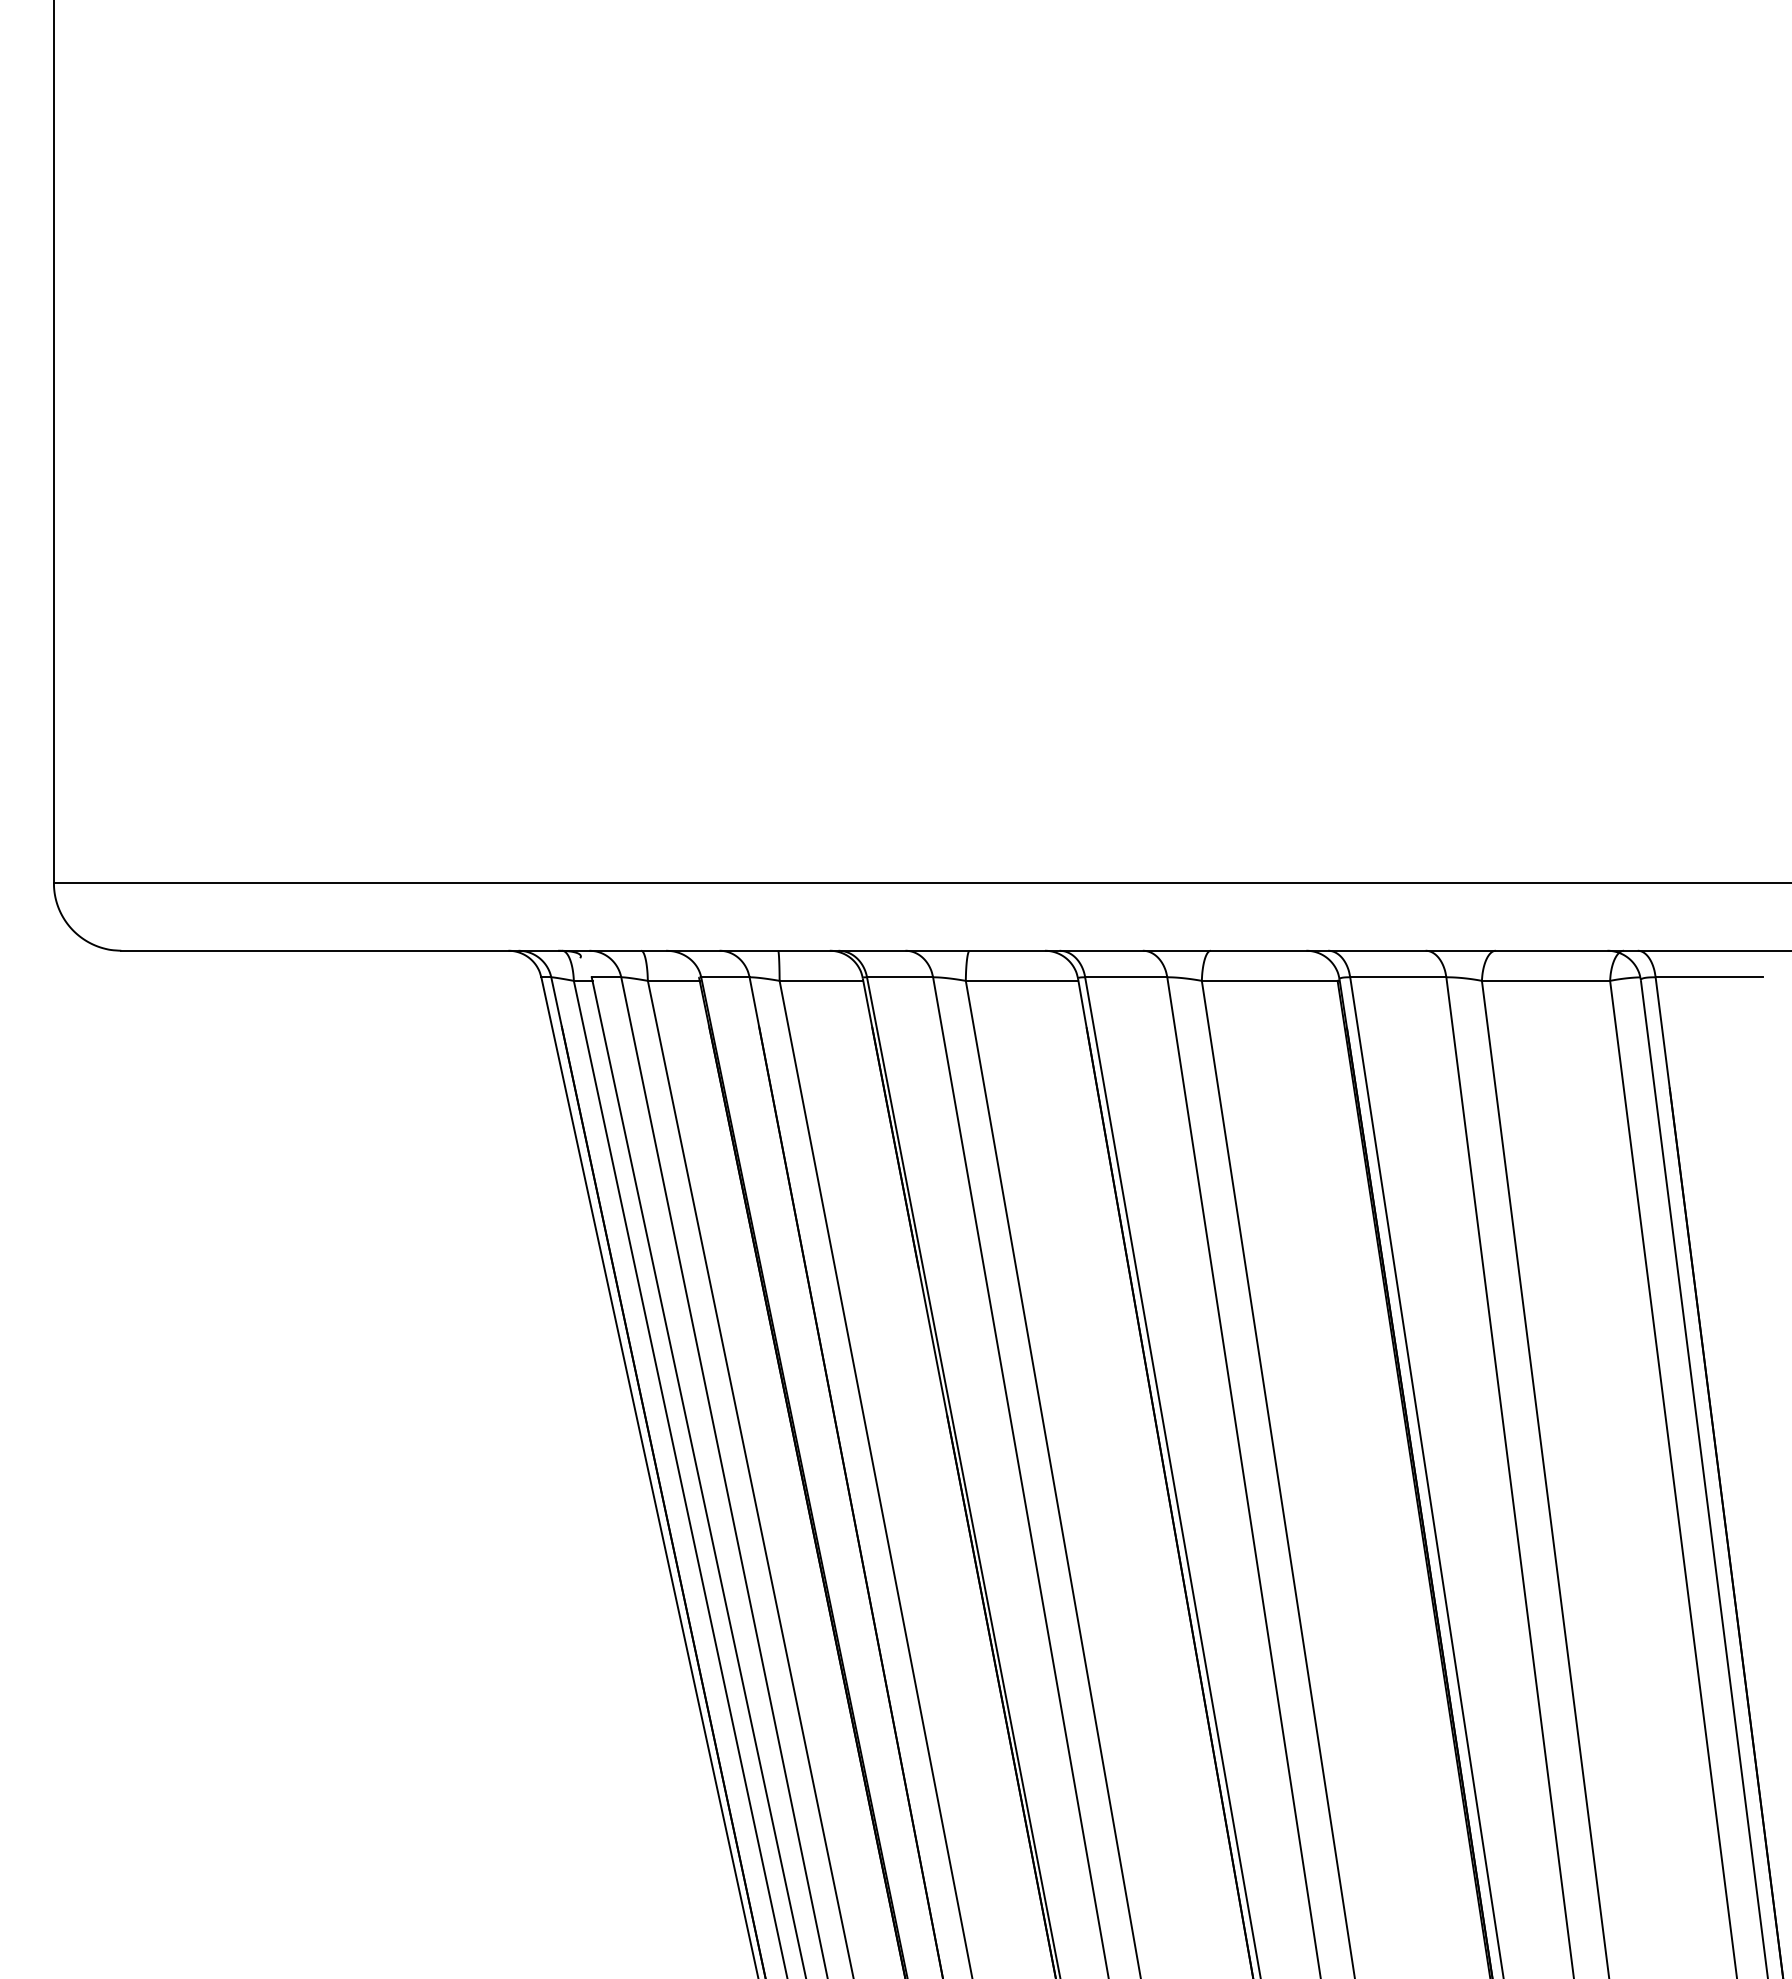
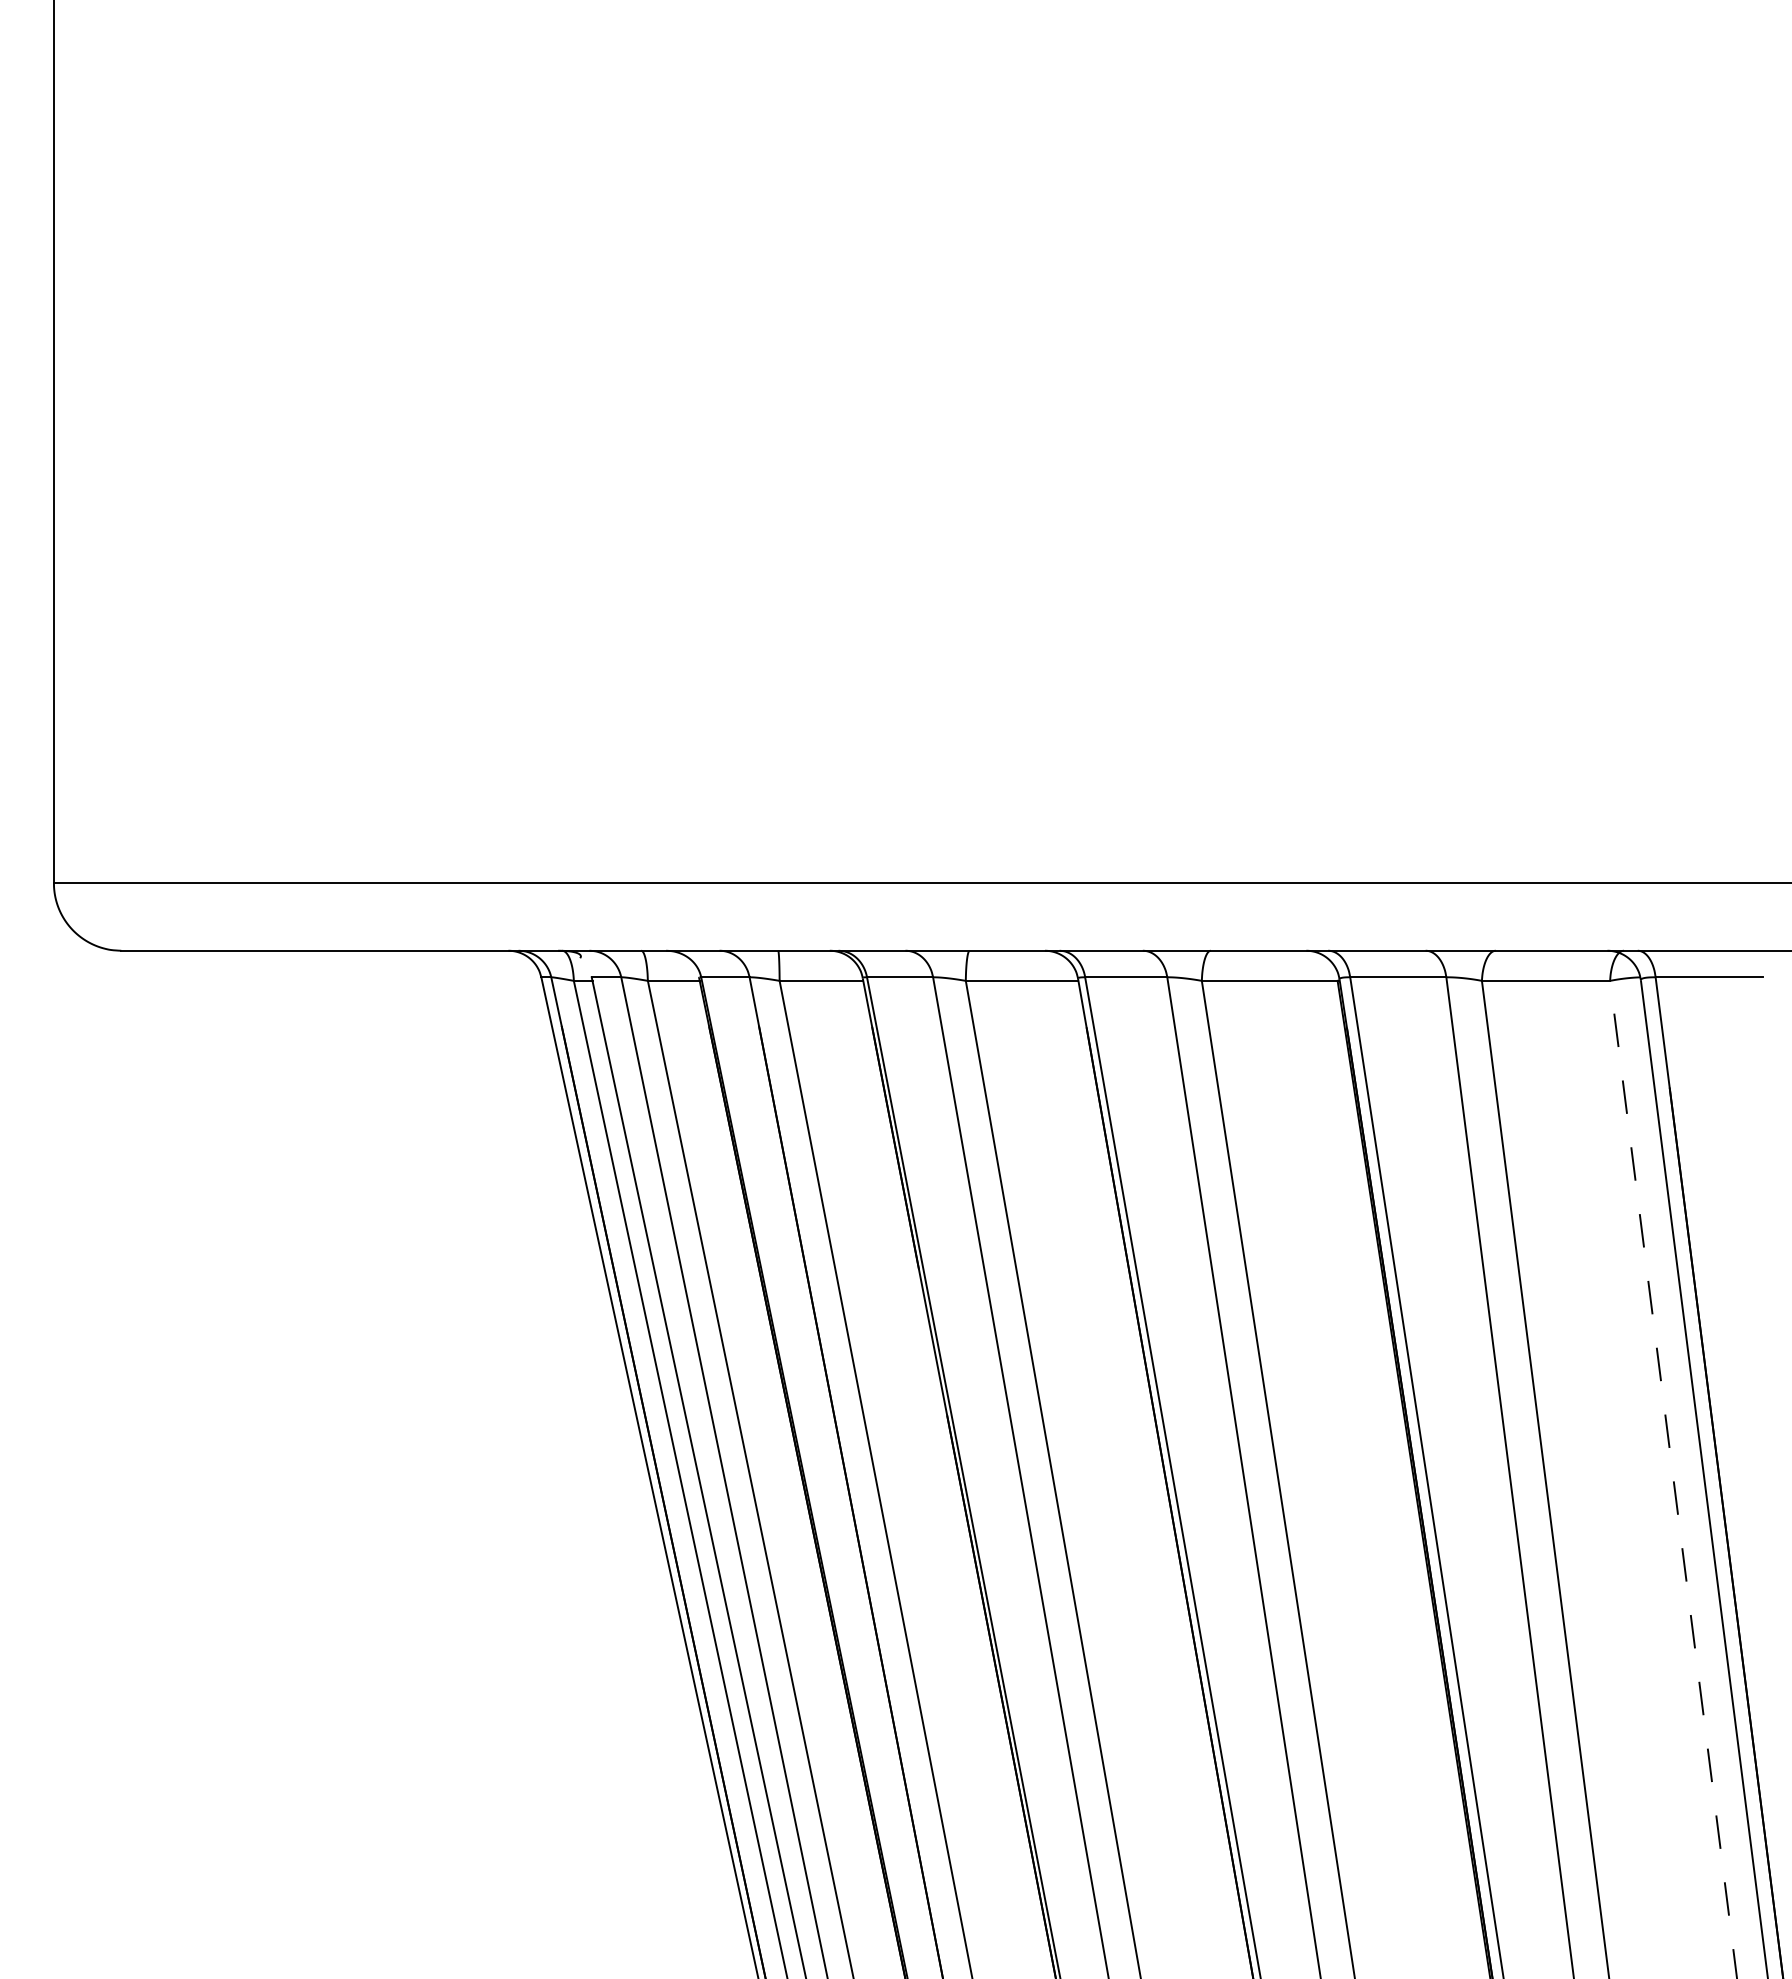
line at (1673, 1479): solid -> dashed
